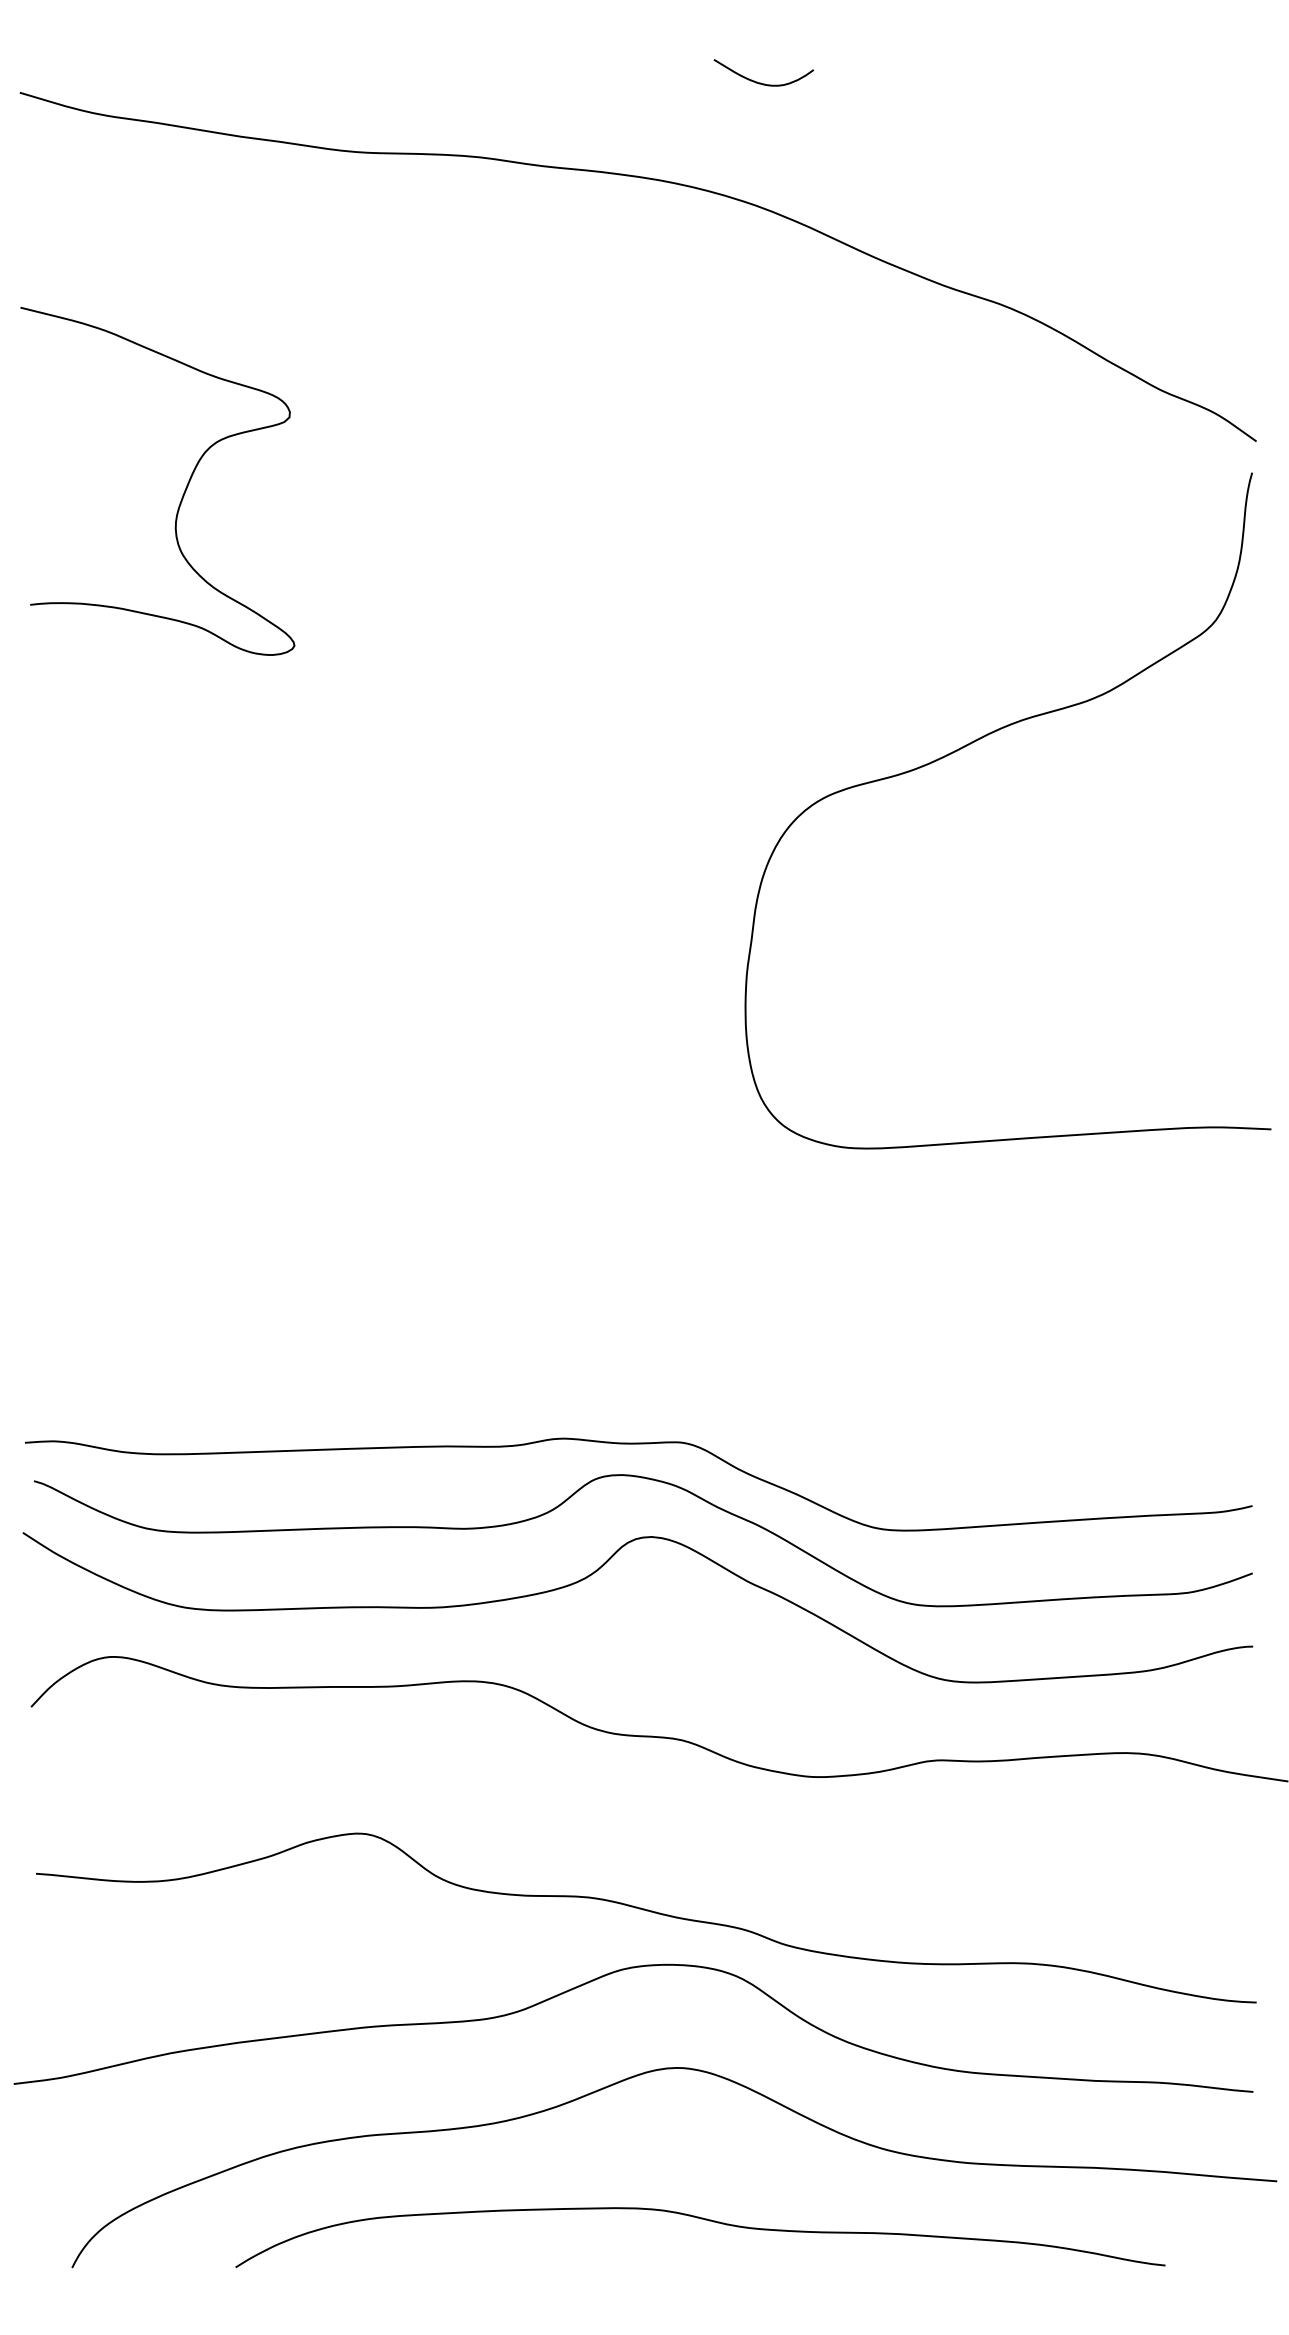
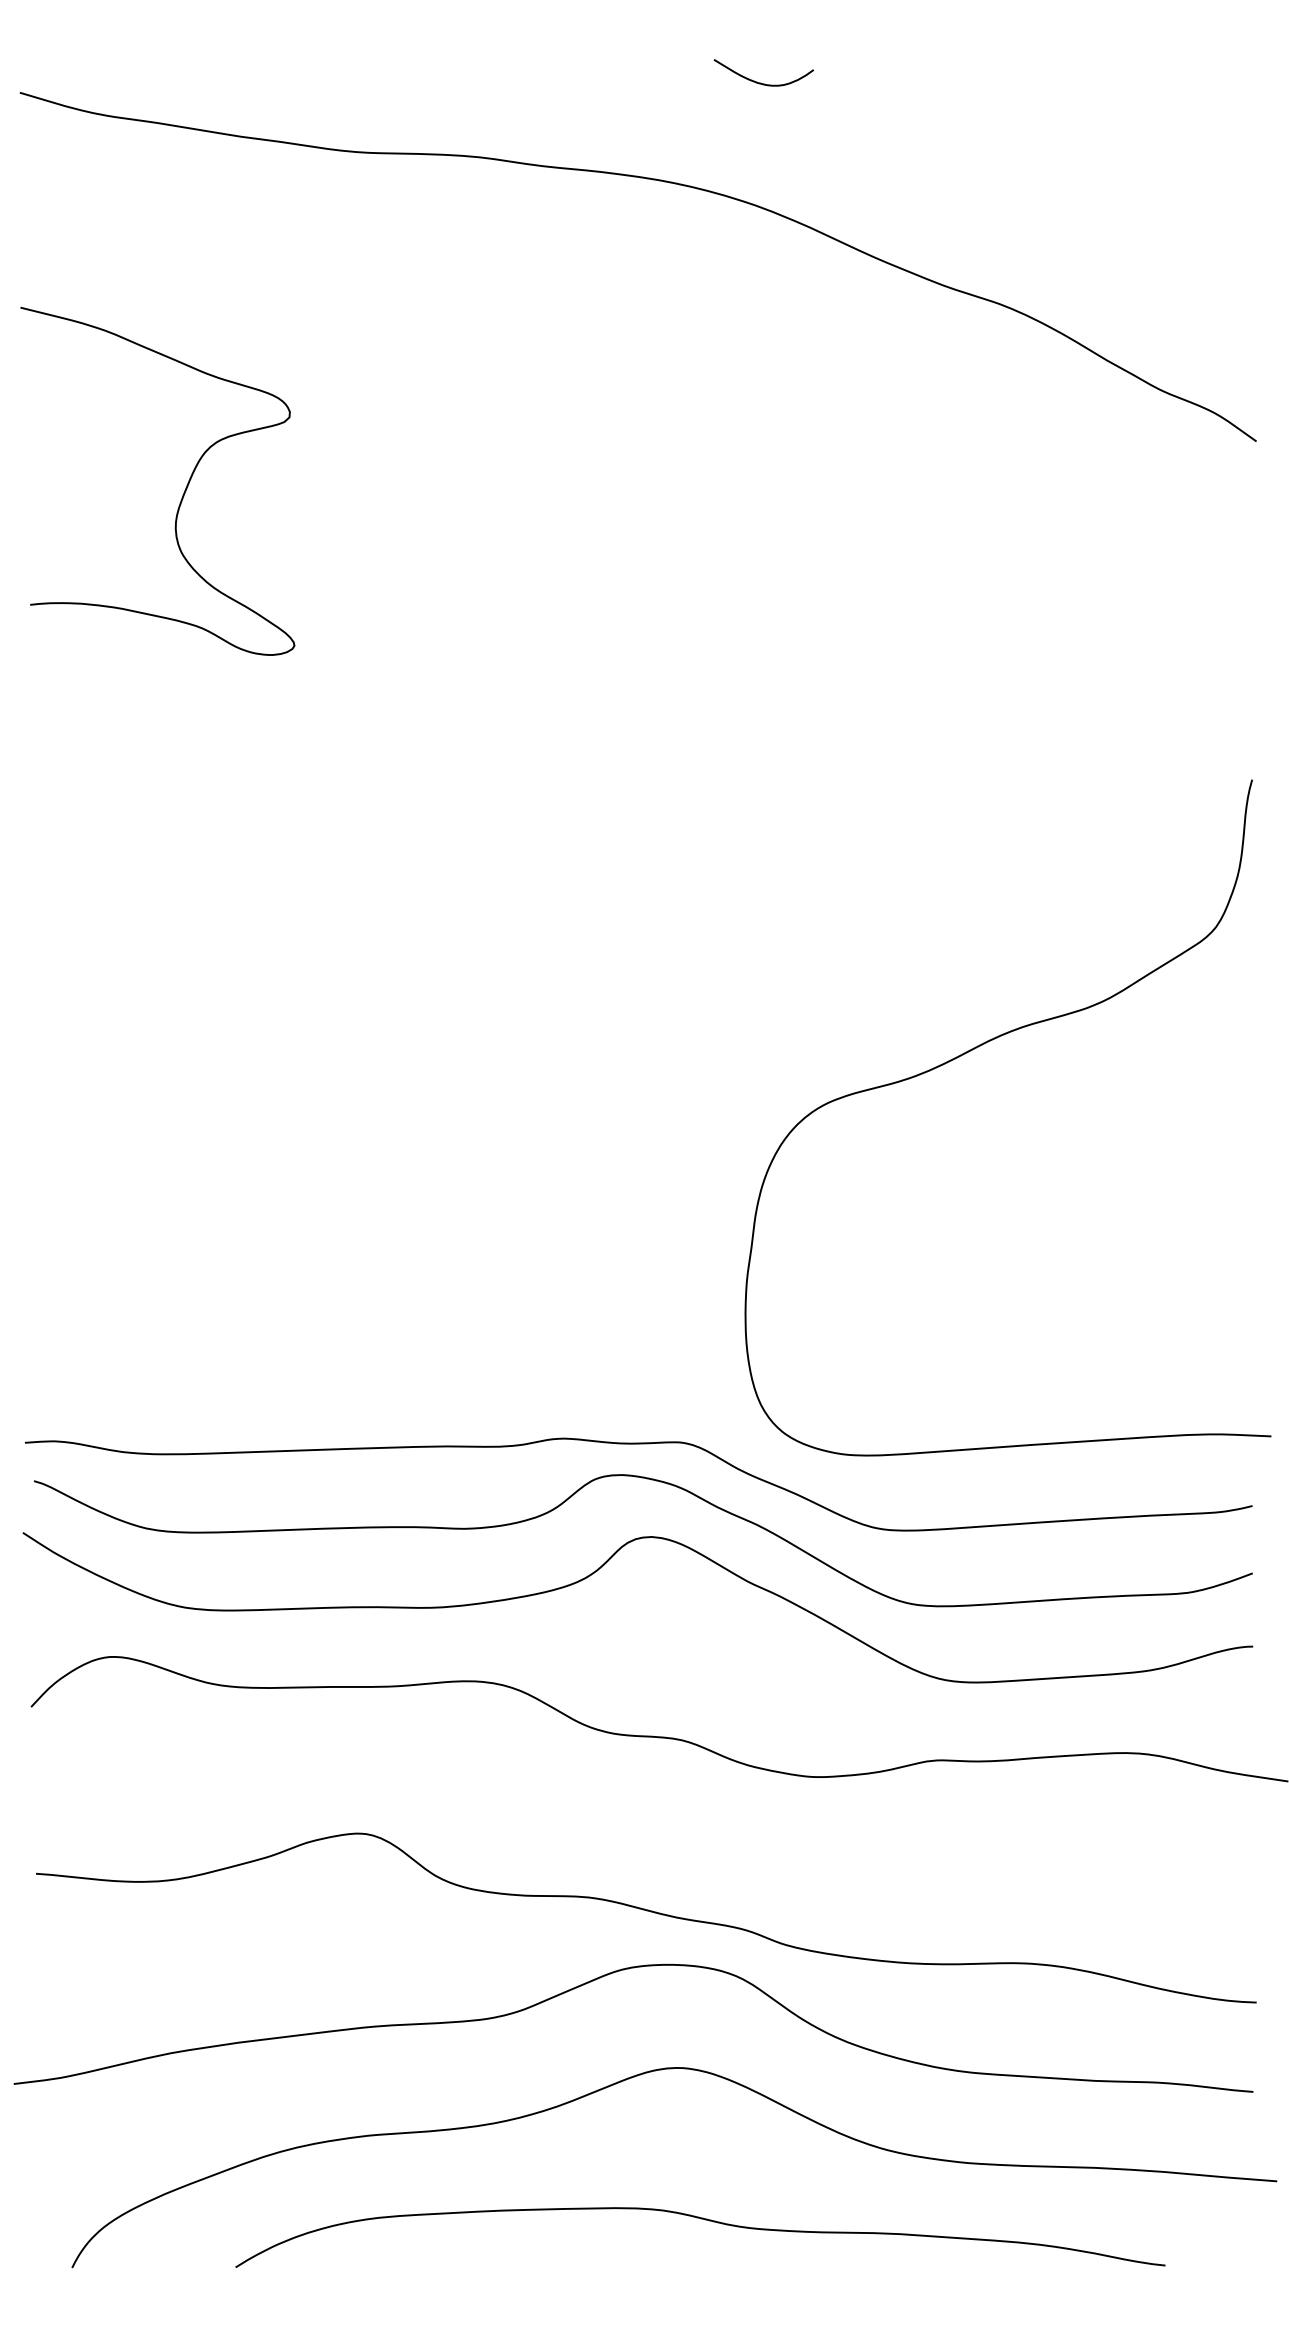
curve at (967, 746) position: (967, 746) -> (967, 1053)
